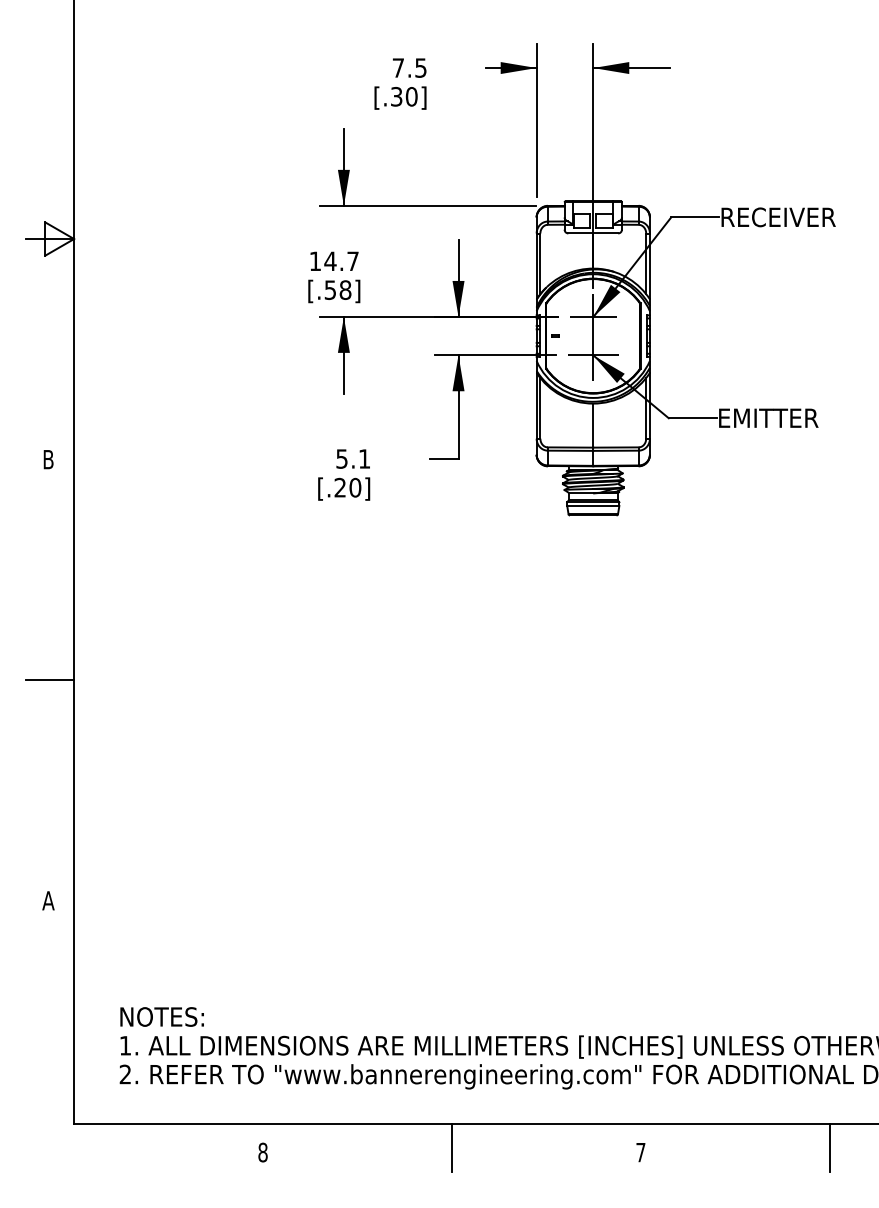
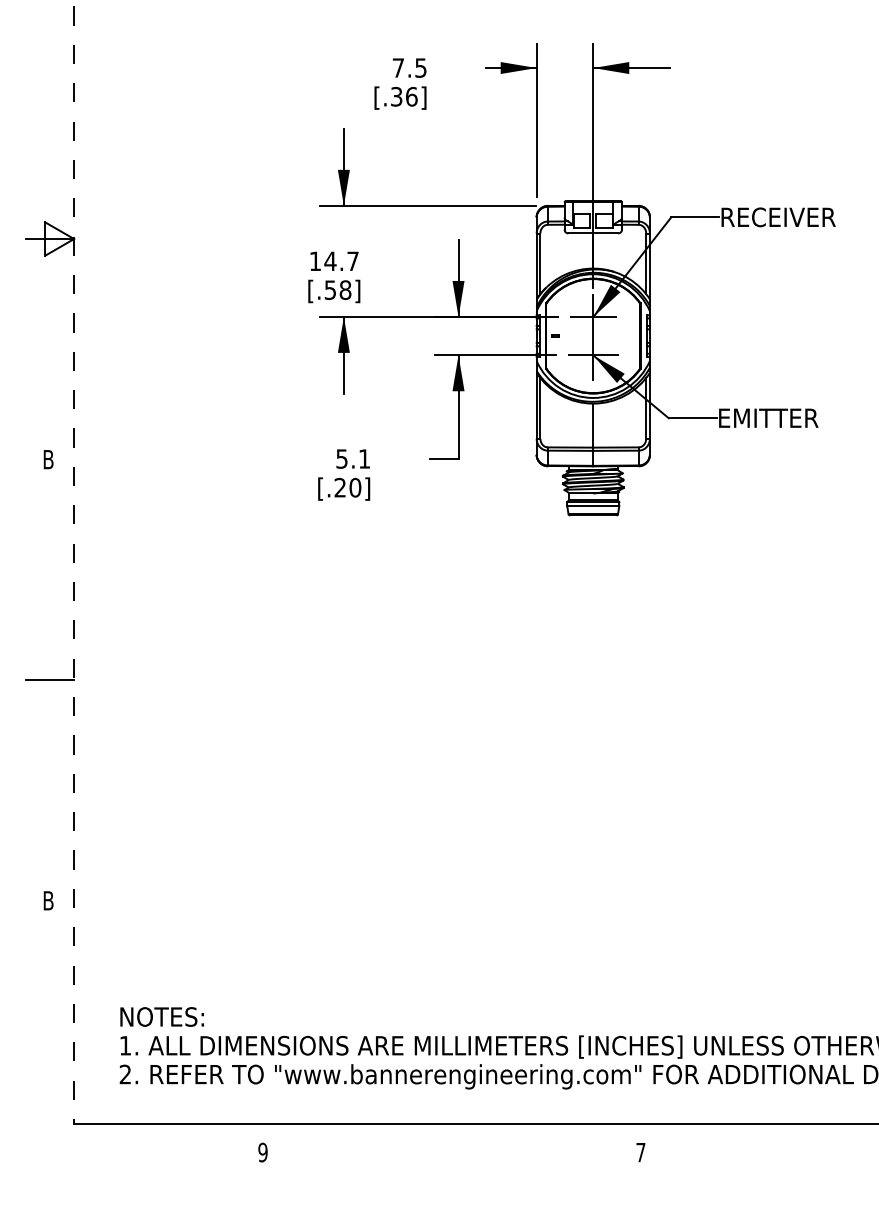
text at (411, 96): [.30] -> [.36]
line at (74, 561): solid -> dashed
text at (48, 900): A -> B
line at (452, 1147): present -> none
line at (829, 1147): present -> none
text at (262, 1152): 8 -> 9
